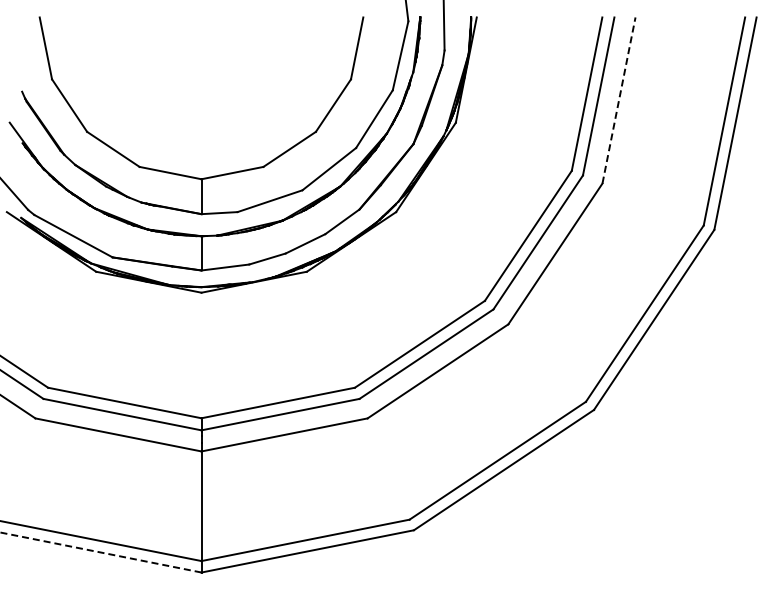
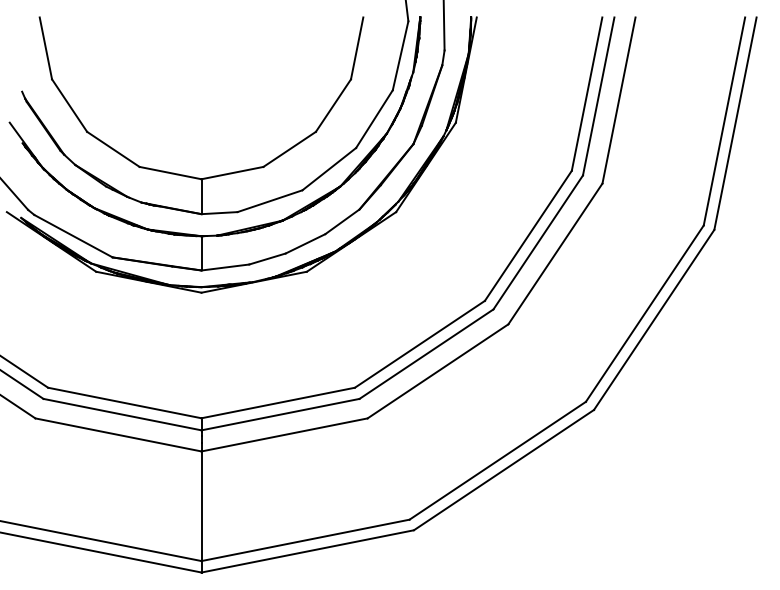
line at (619, 100): dashed -> solid
line at (100, 552): dashed -> solid
